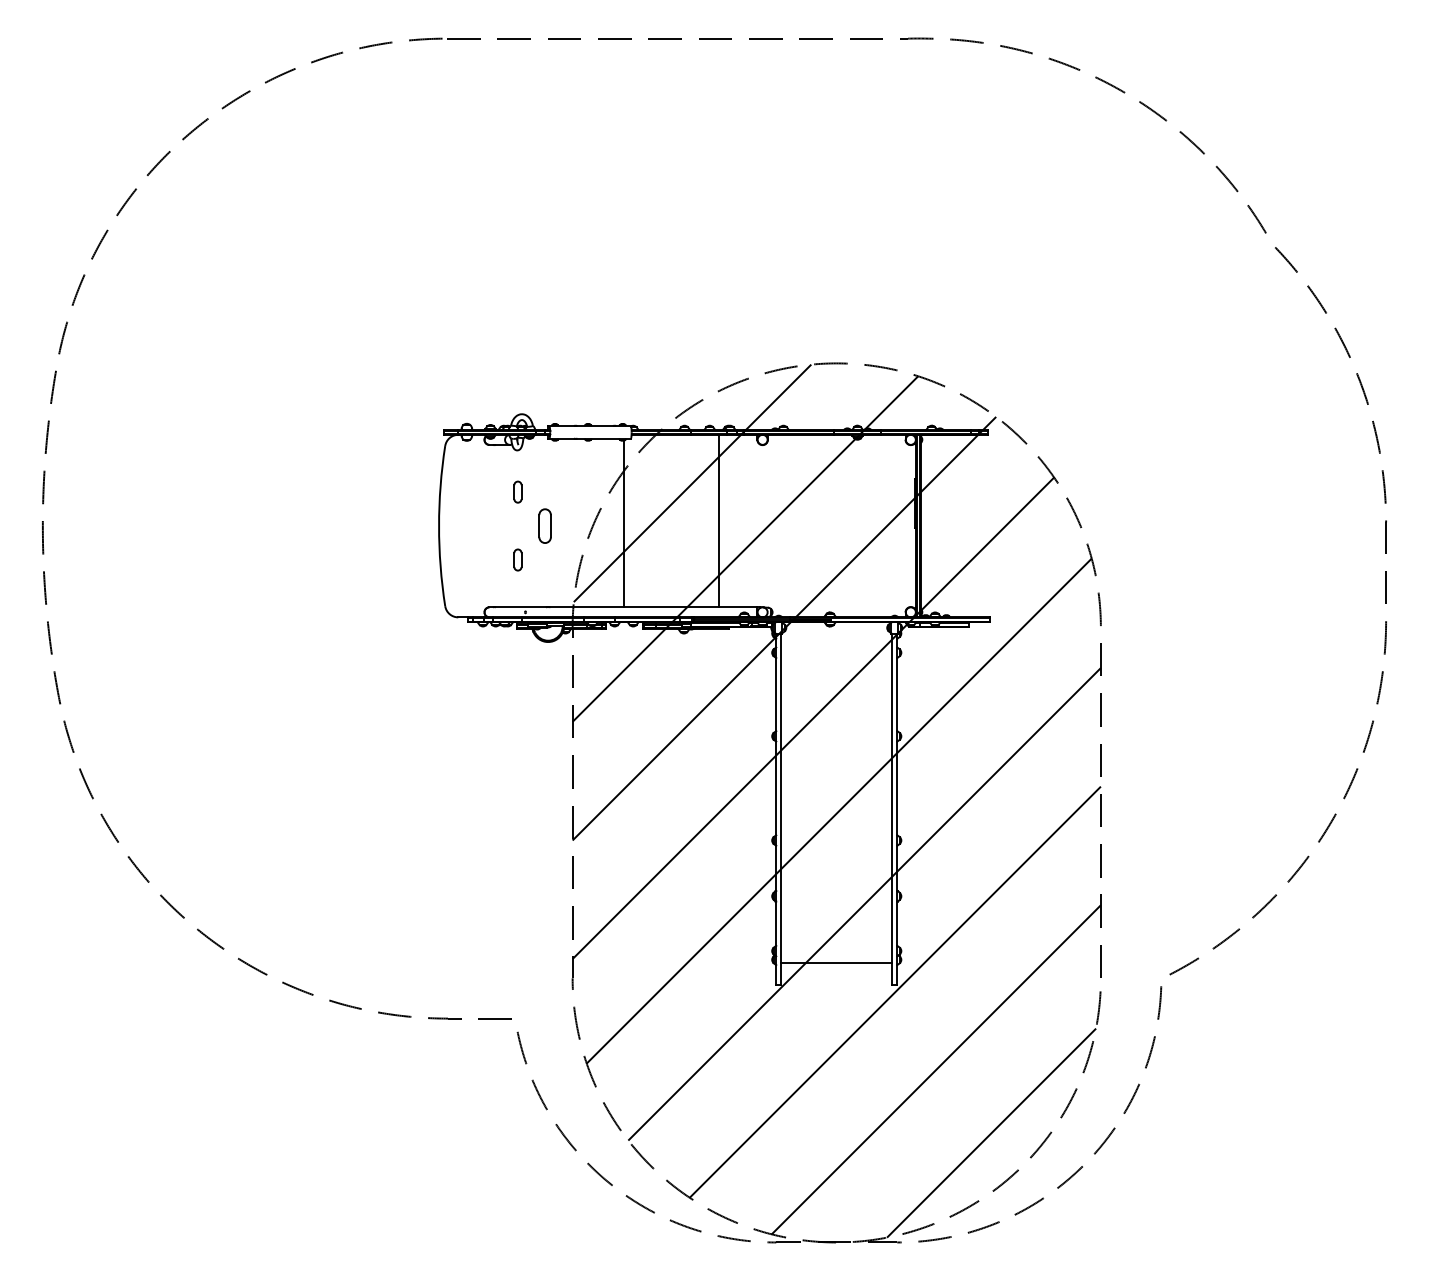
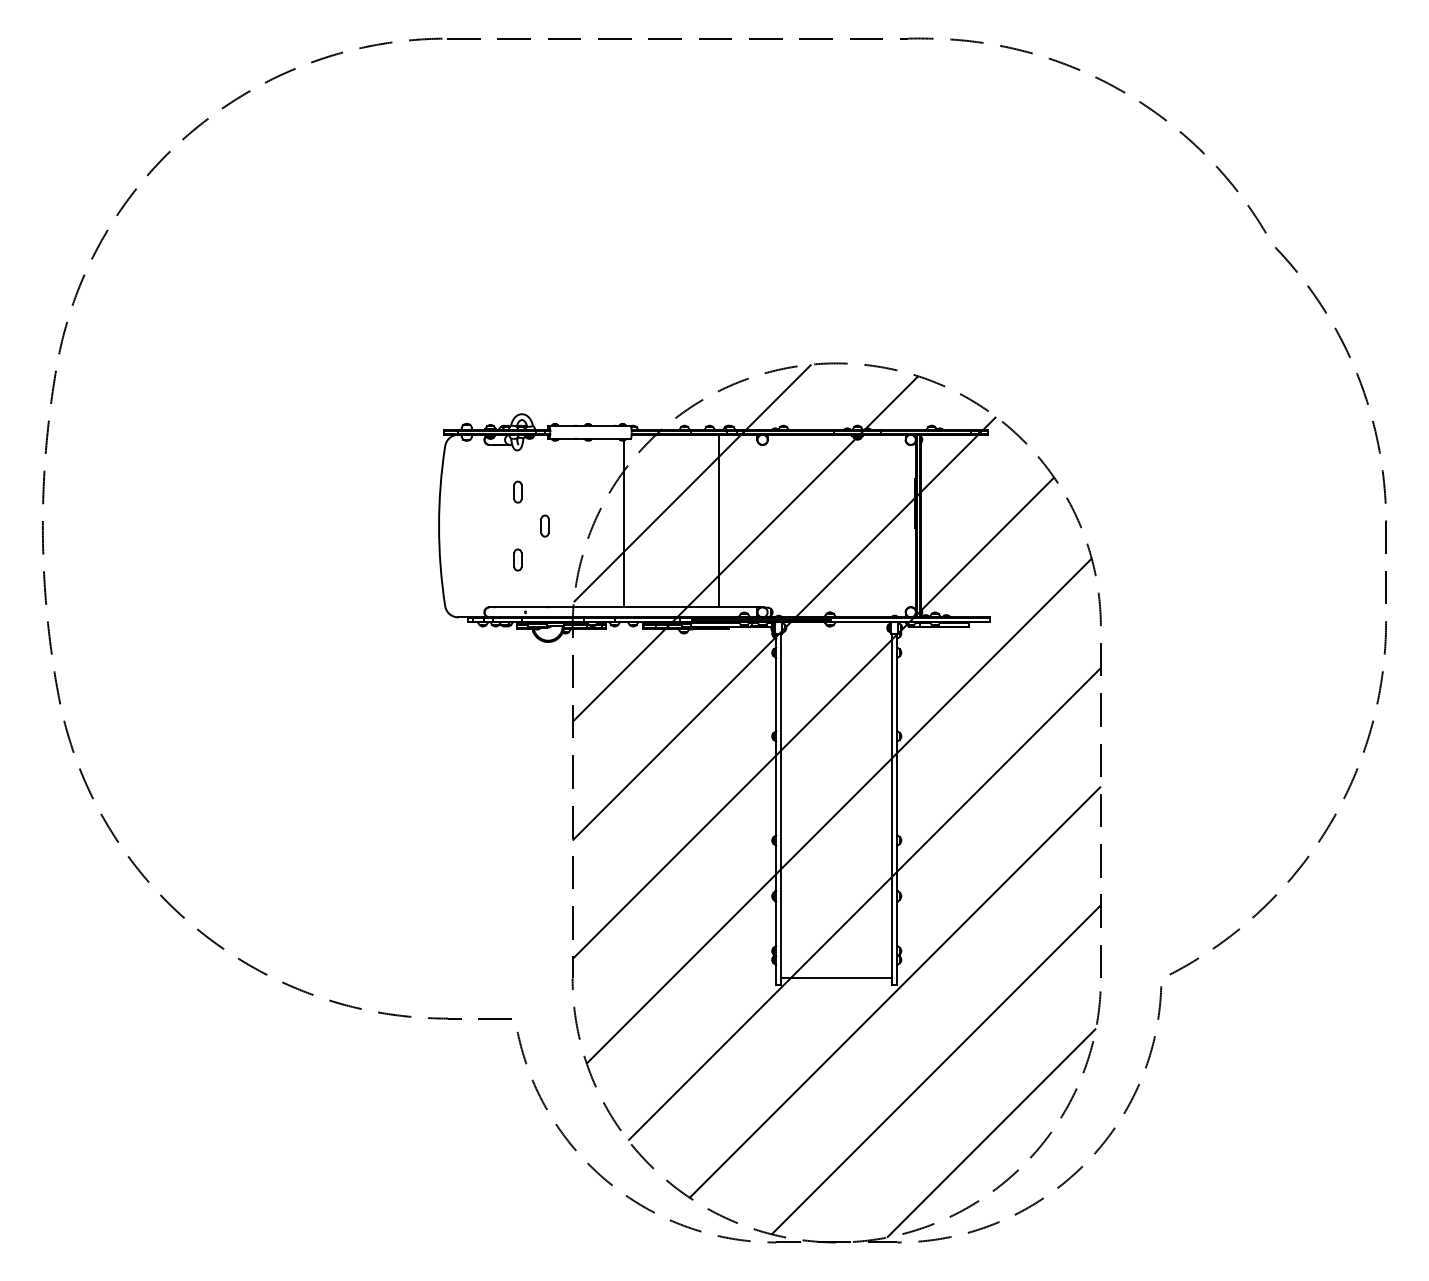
part at (544, 525) size: 14x36 px -> 10x24 px
line at (836, 963) position: (836, 963) -> (836, 978)
